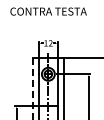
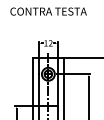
line at (32, 89): dashed -> solid
